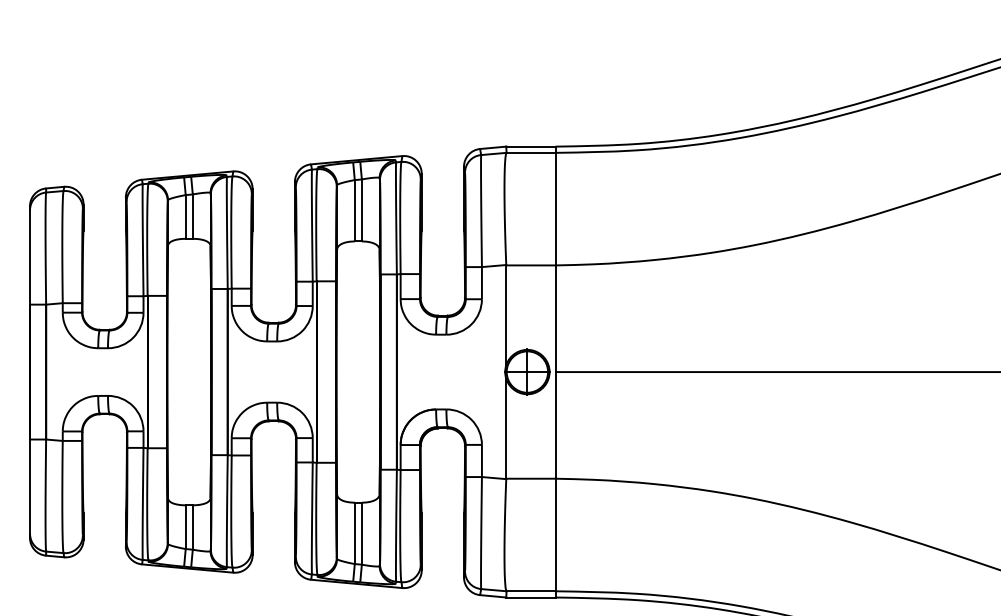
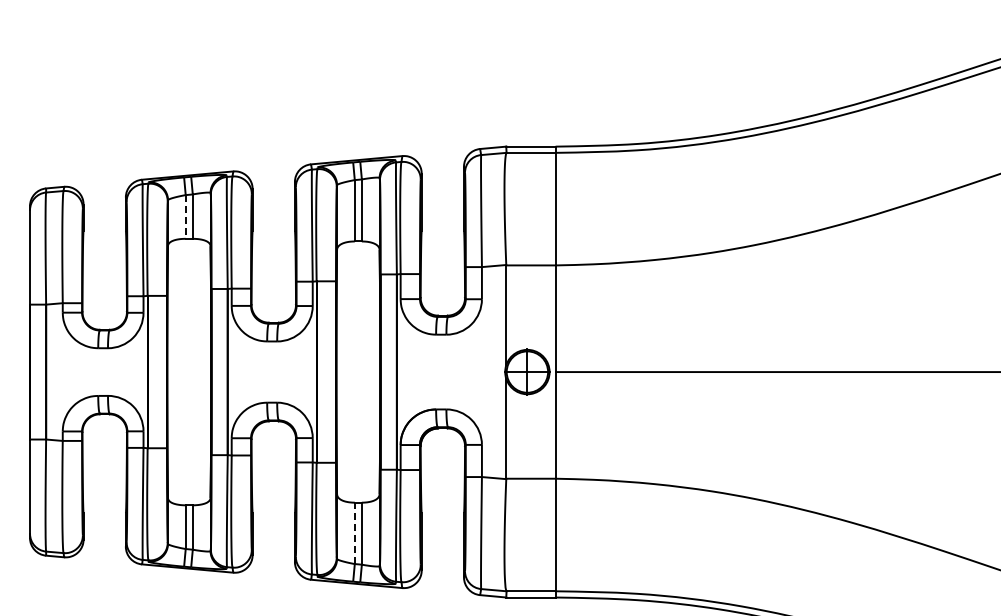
line at (185, 216): solid -> dashed
line at (354, 533): solid -> dashed
